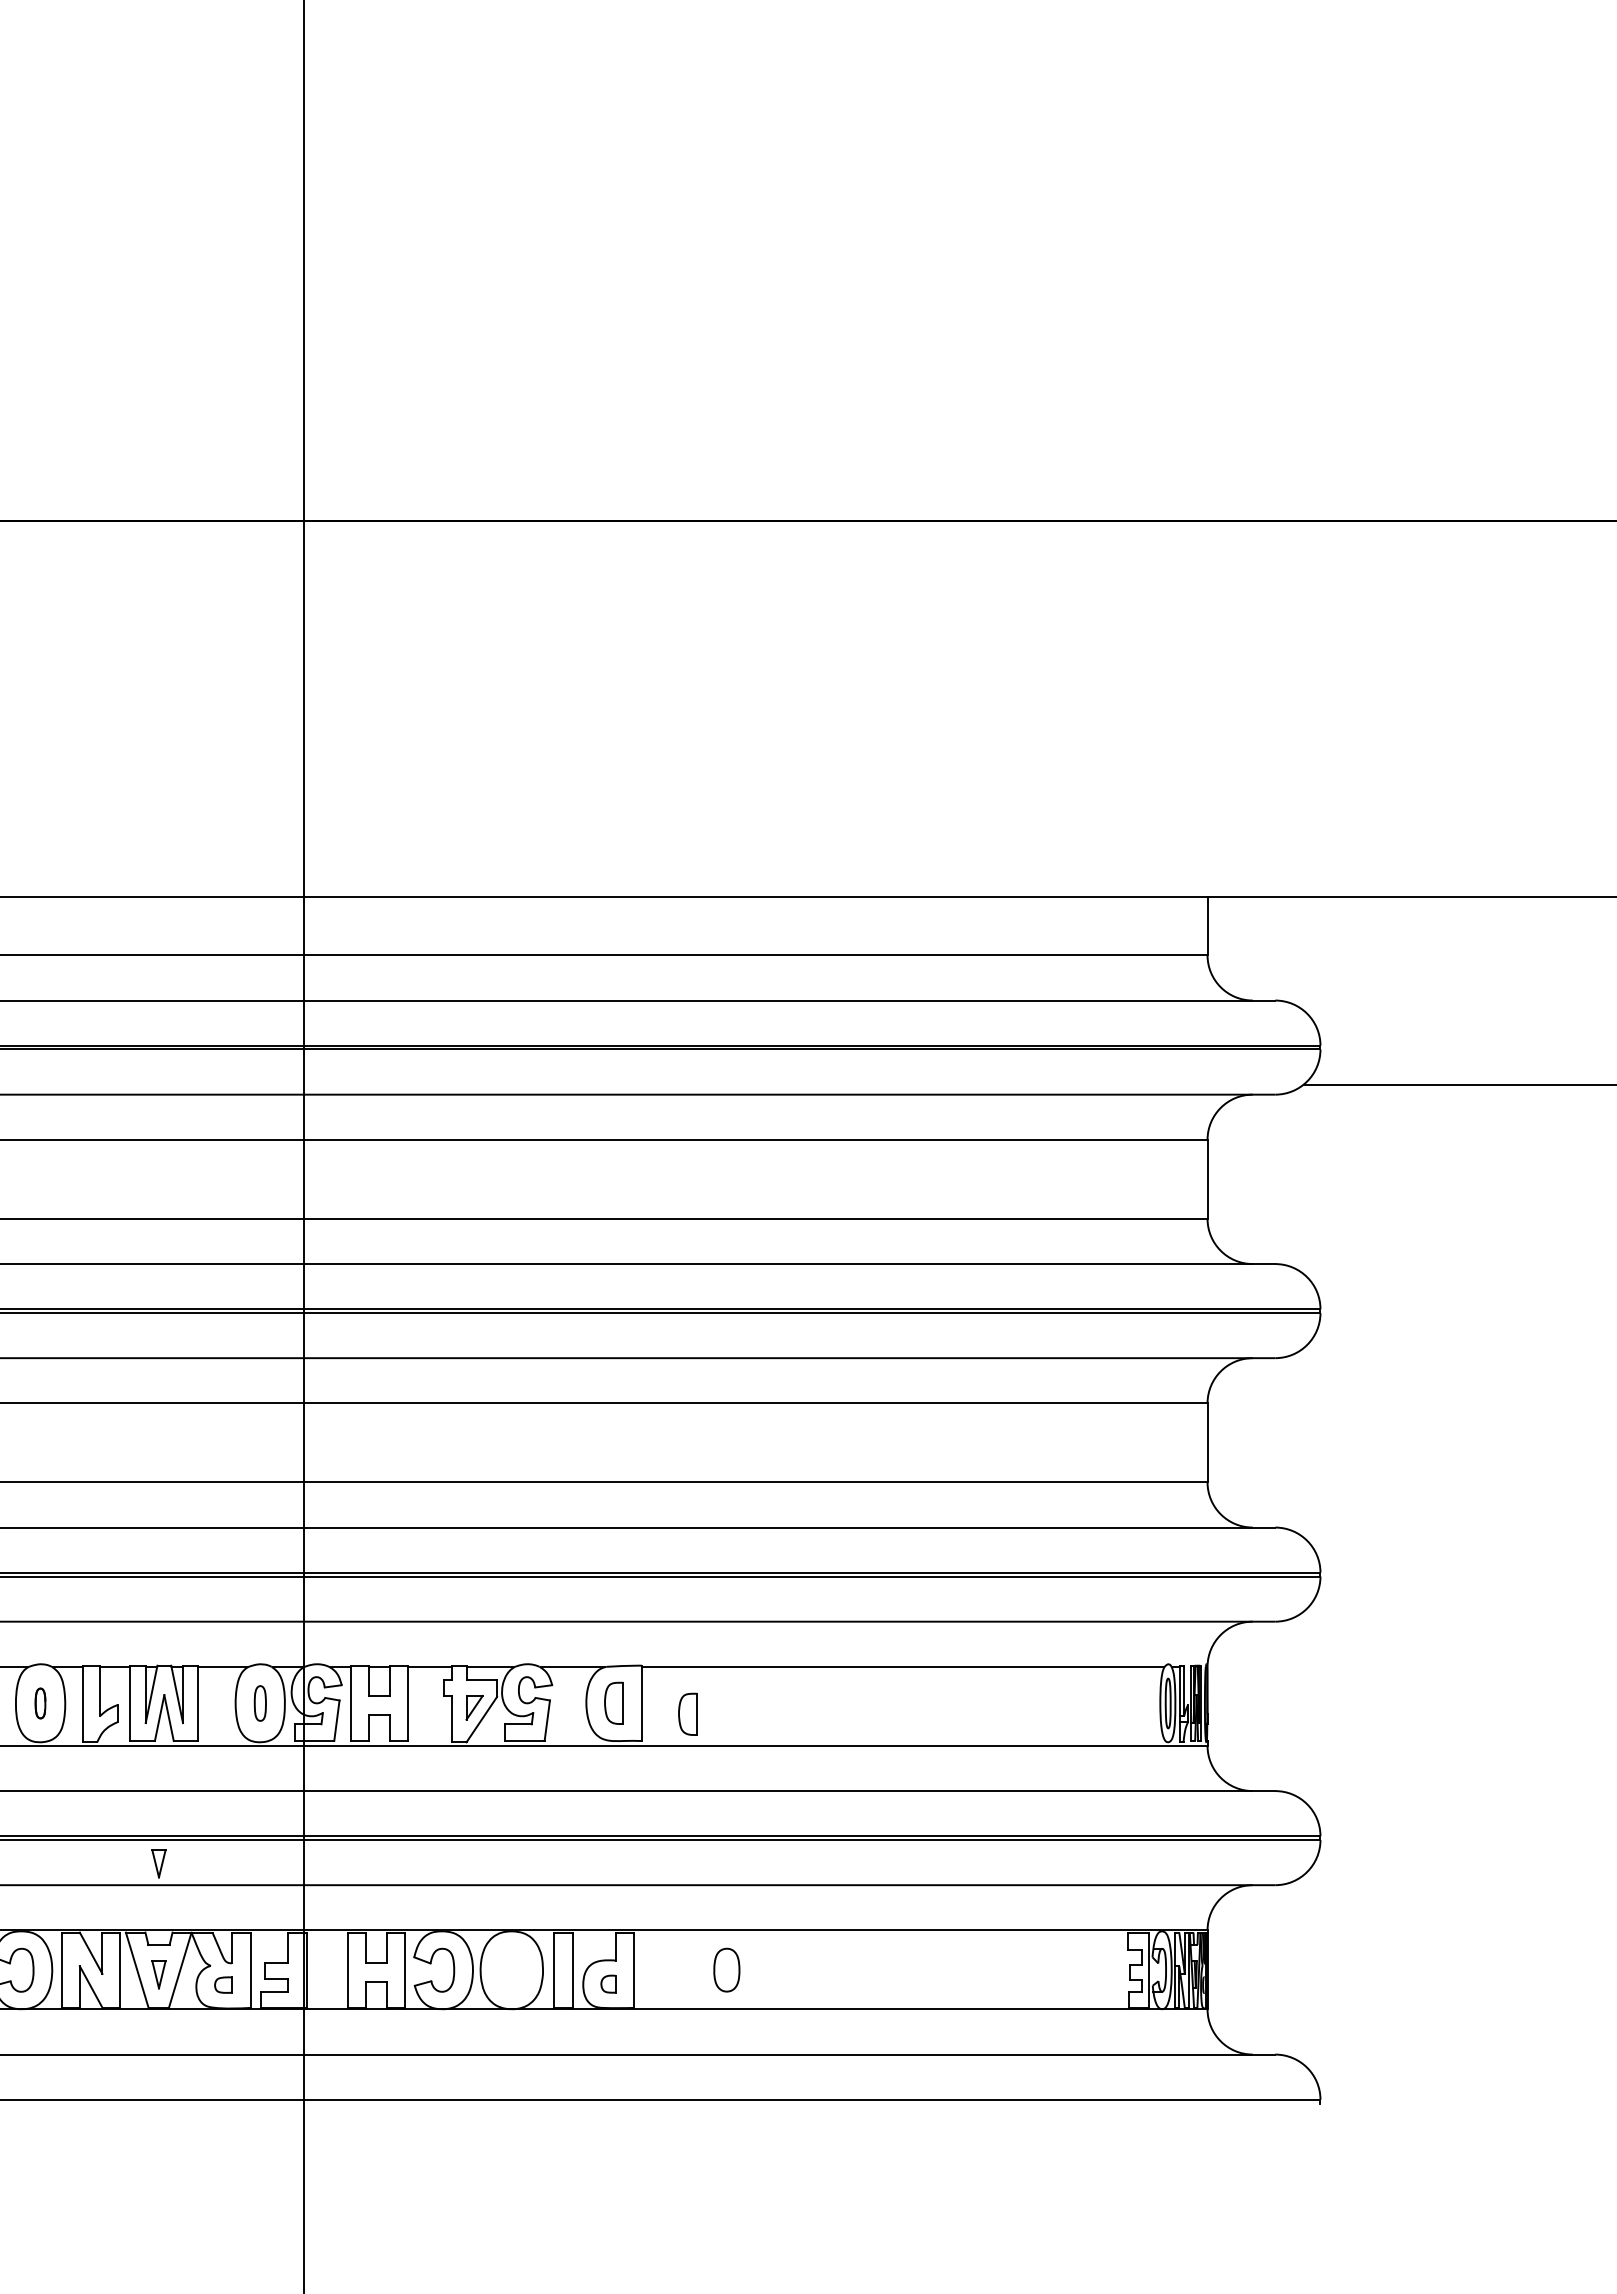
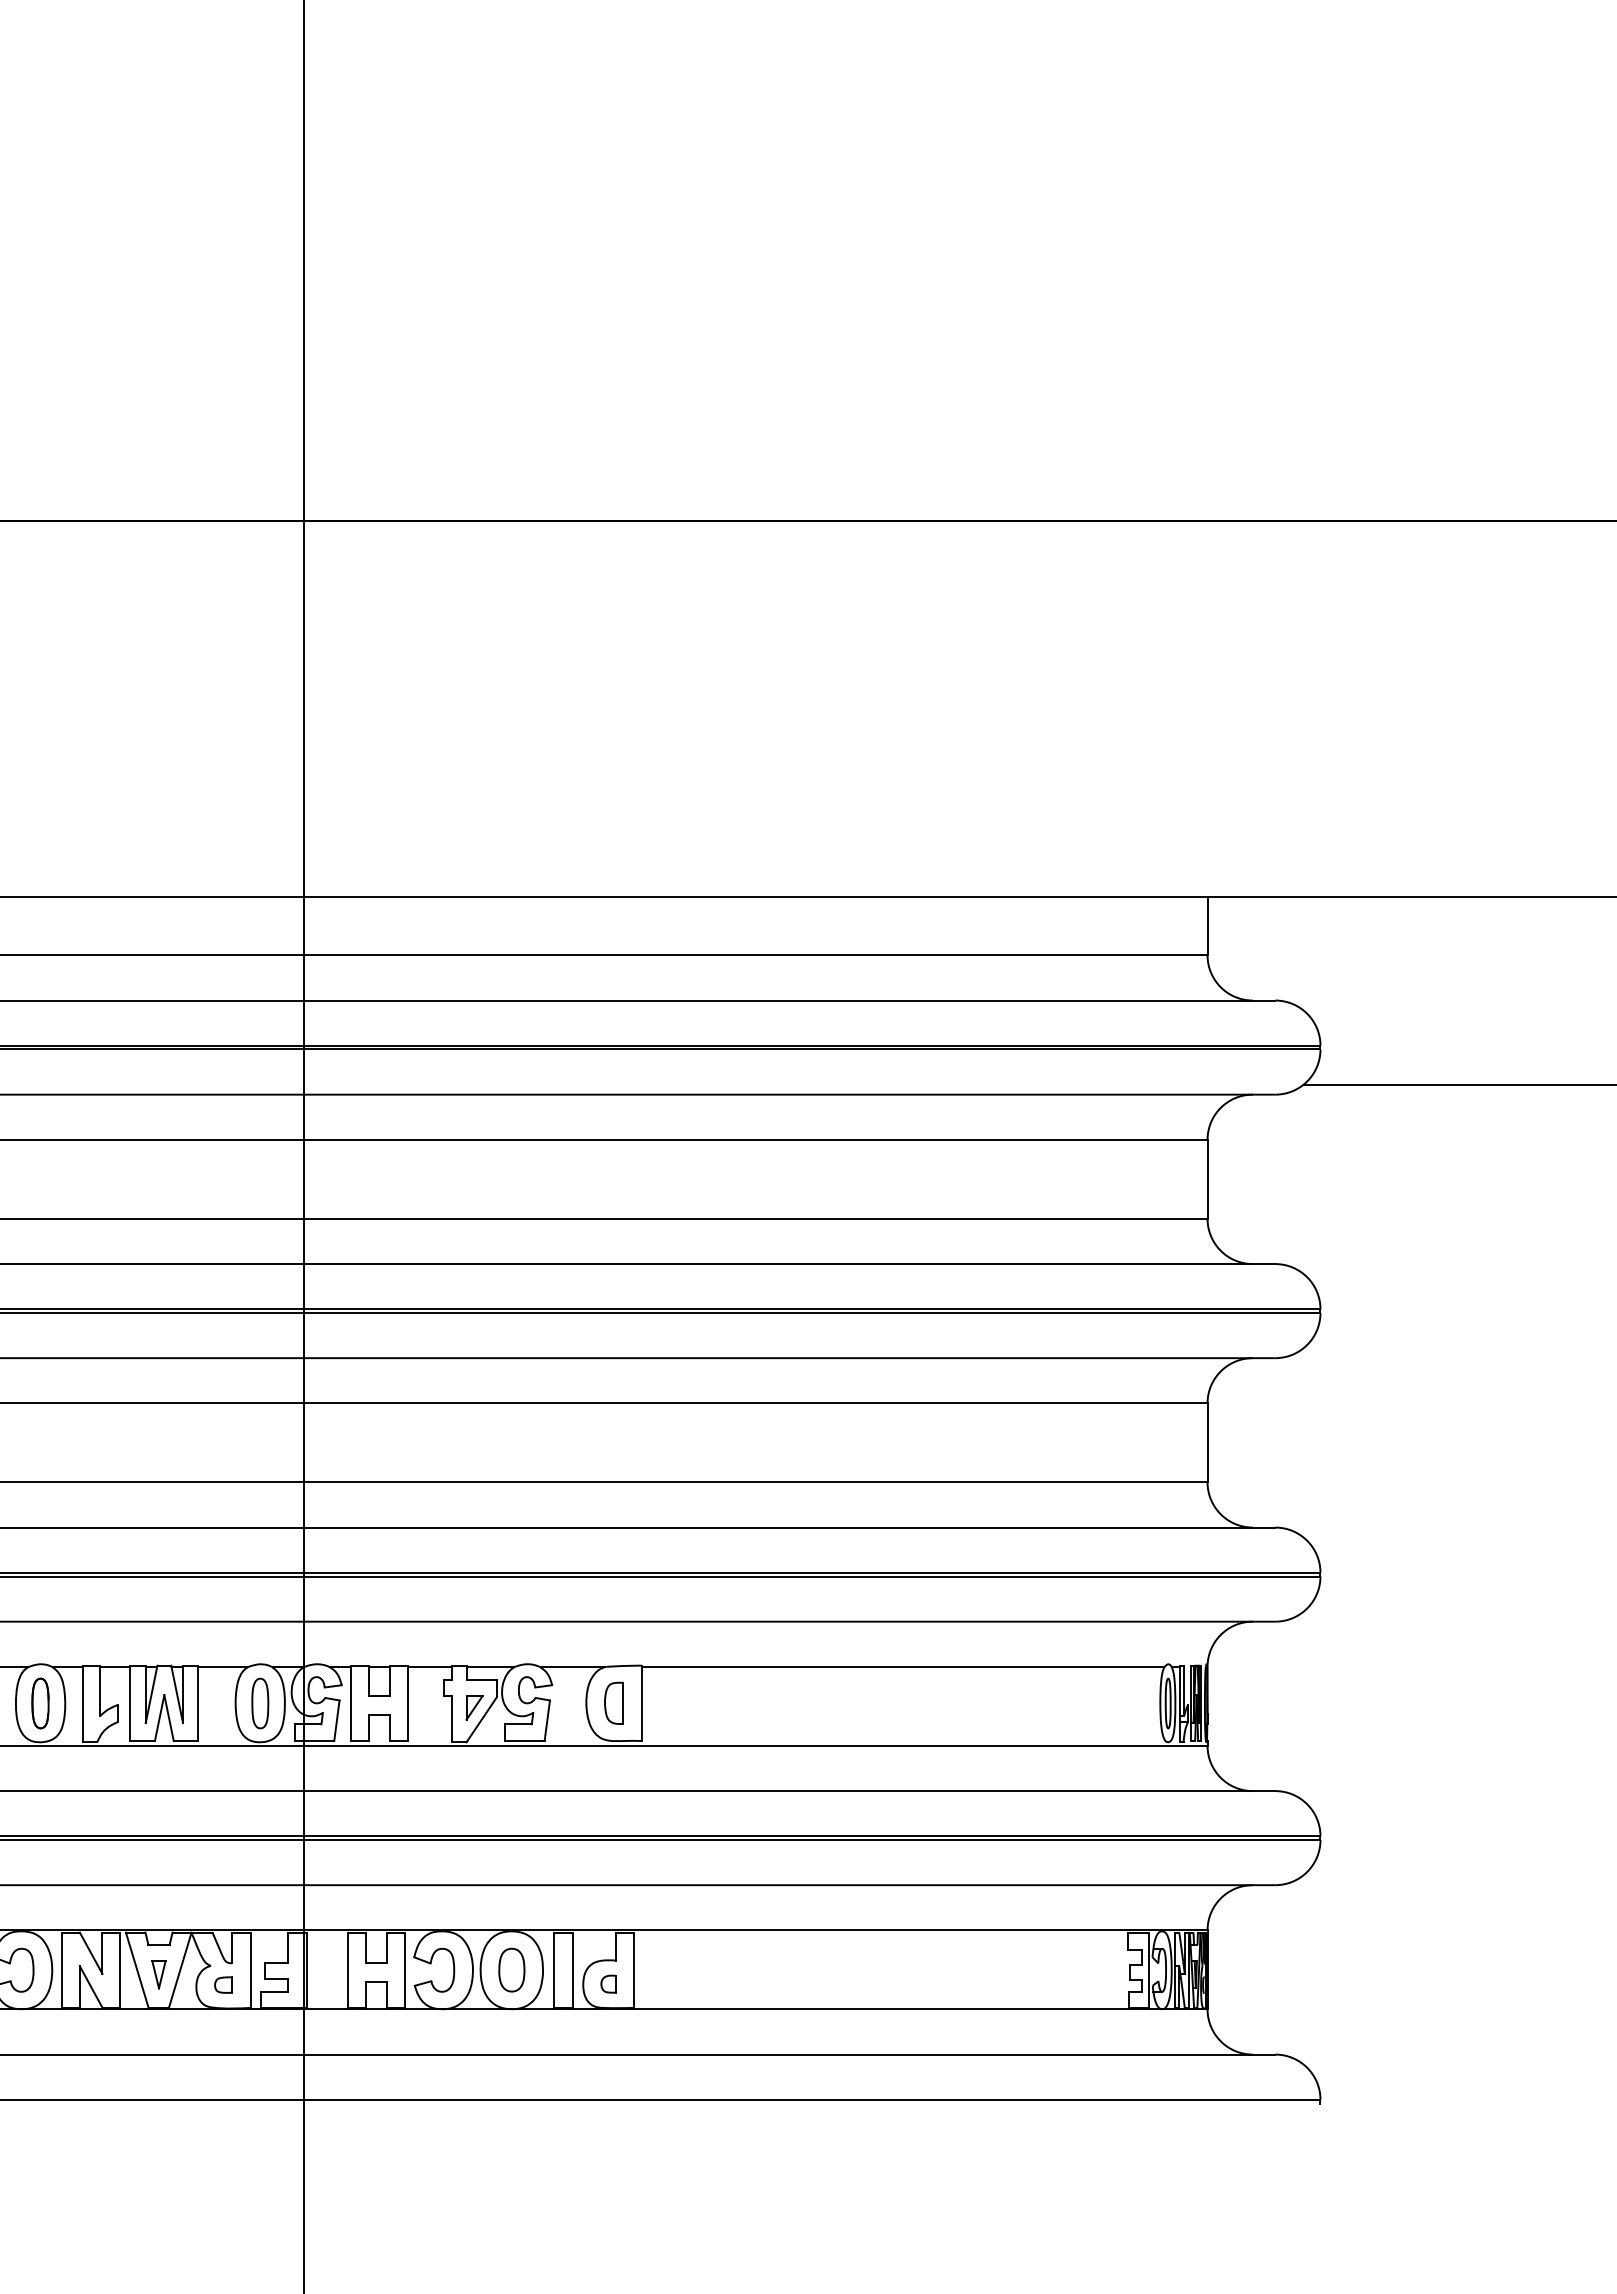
part at (40, 1703) size: 13x33 px -> 19x53 px
part at (259, 1703) size: 14x37 px -> 19x53 px
part at (687, 1713): present -> none
part at (158, 1863): present -> none
part at (726, 1969) position: (726, 1969) -> (511, 1969)
